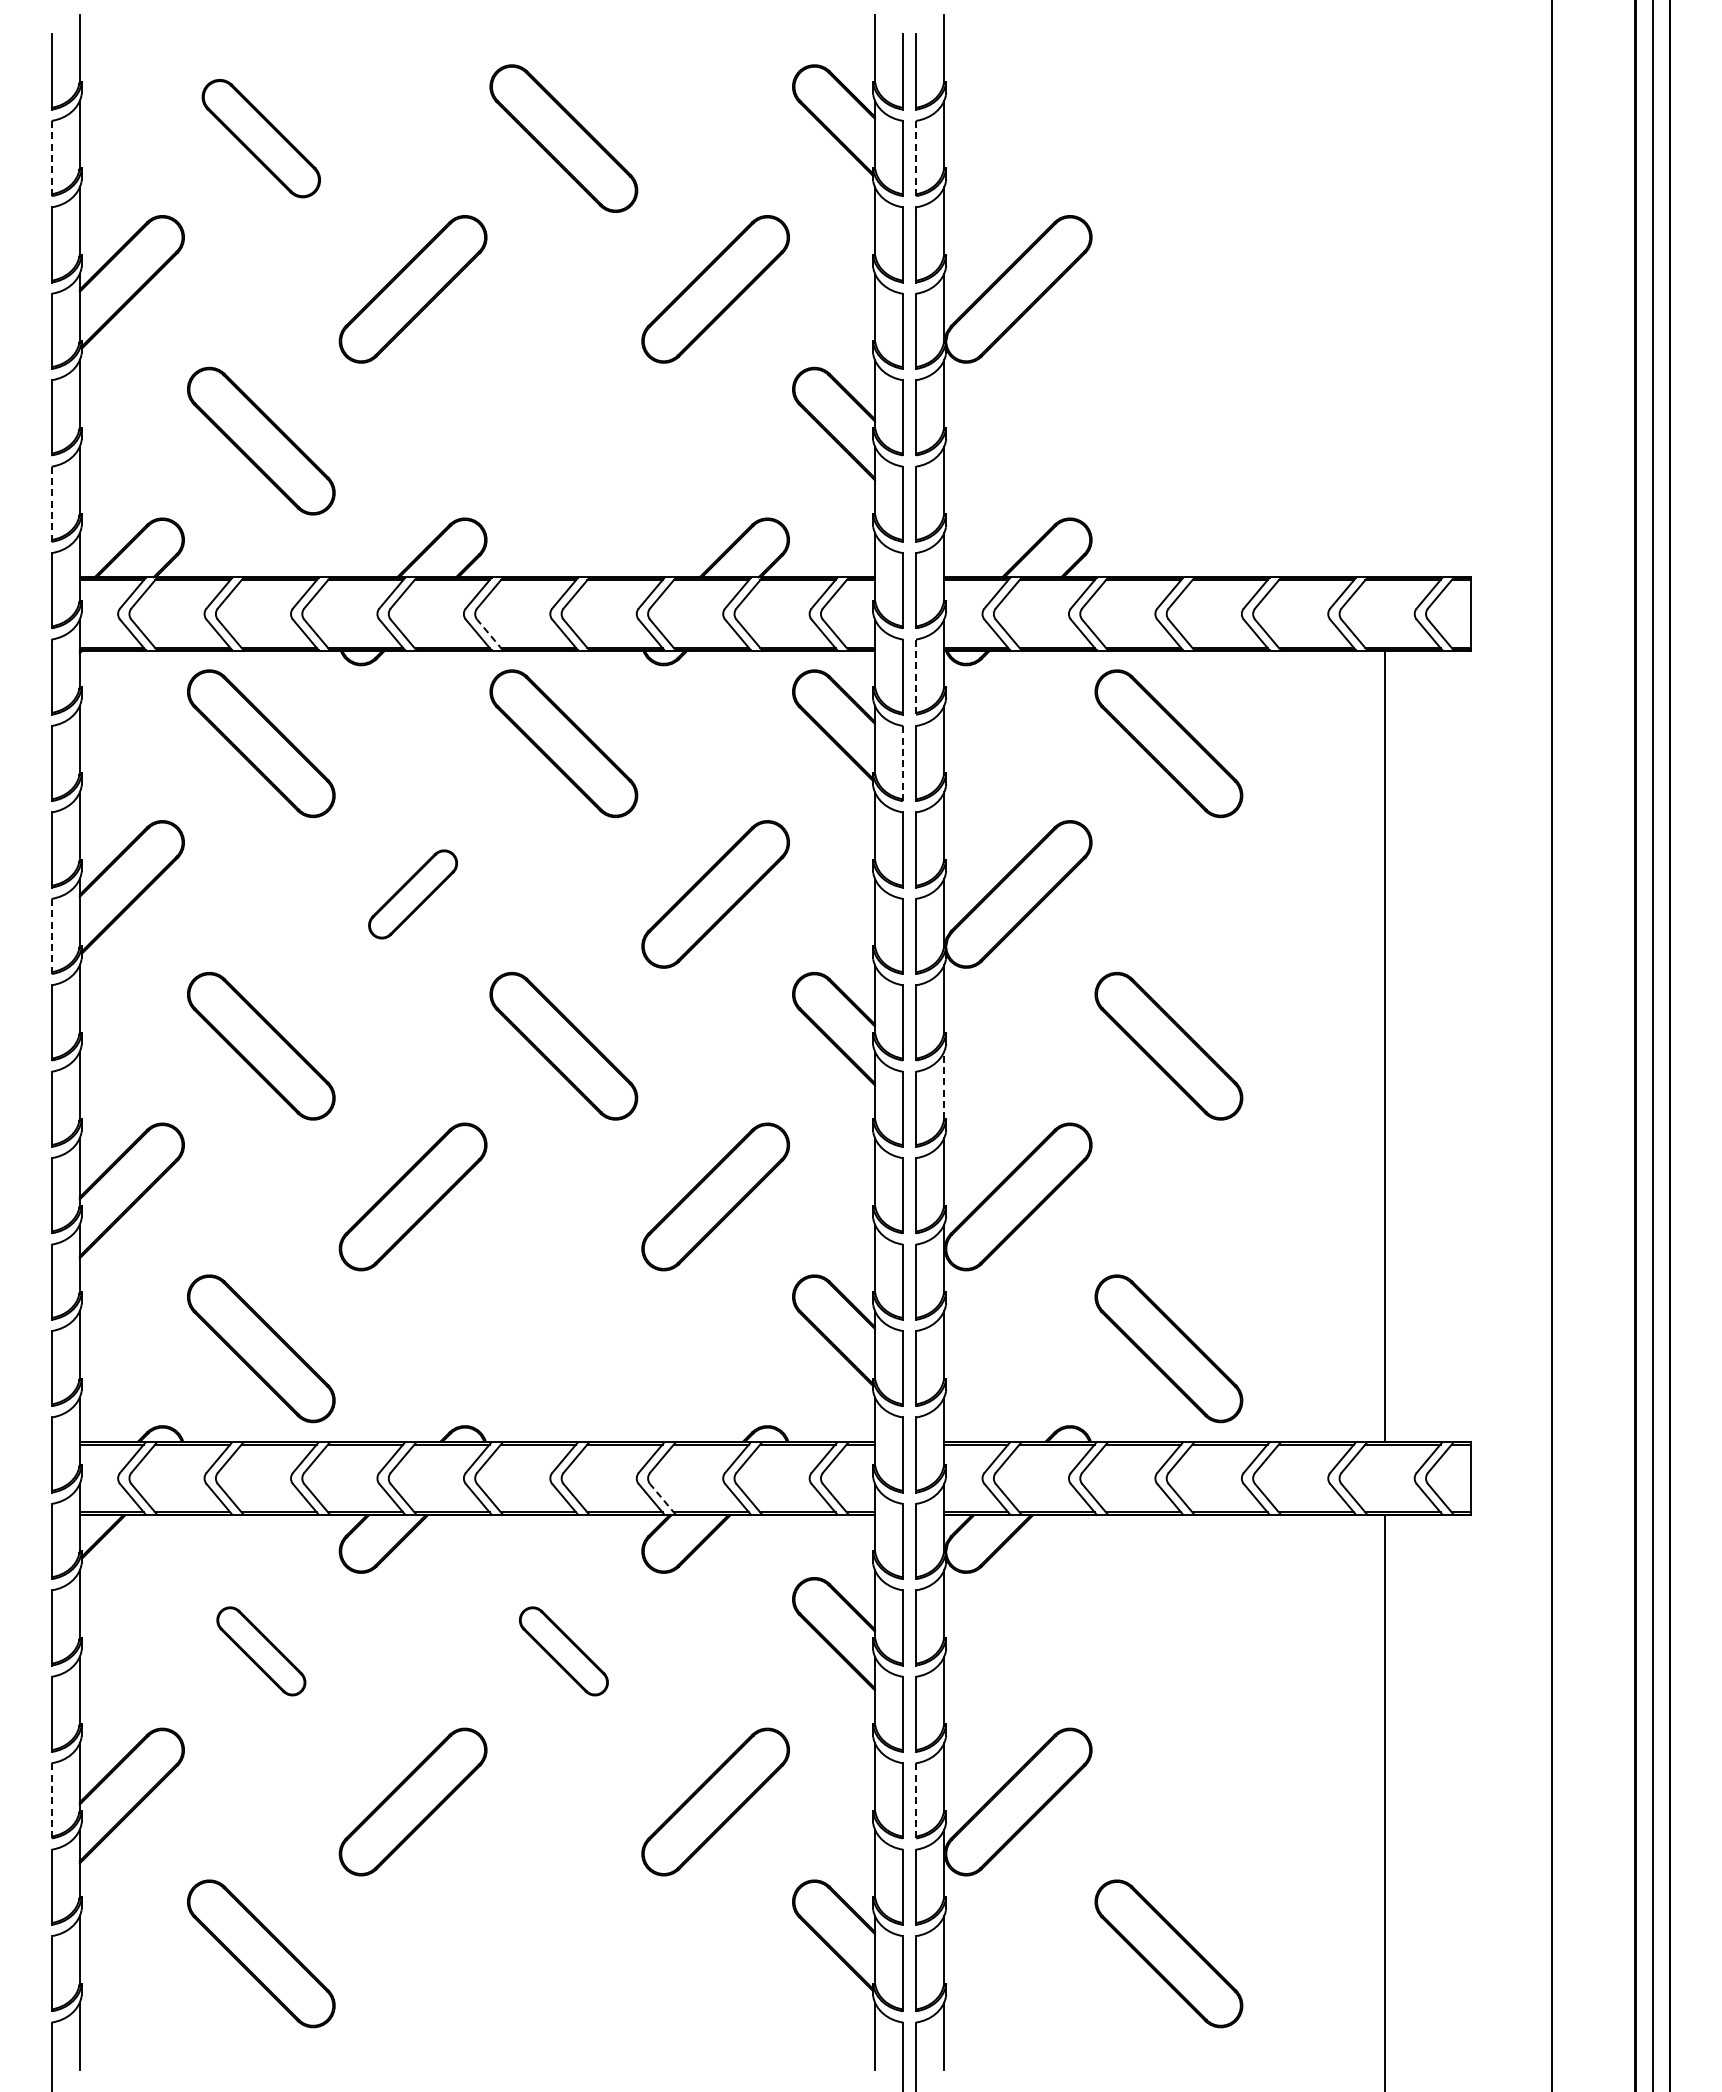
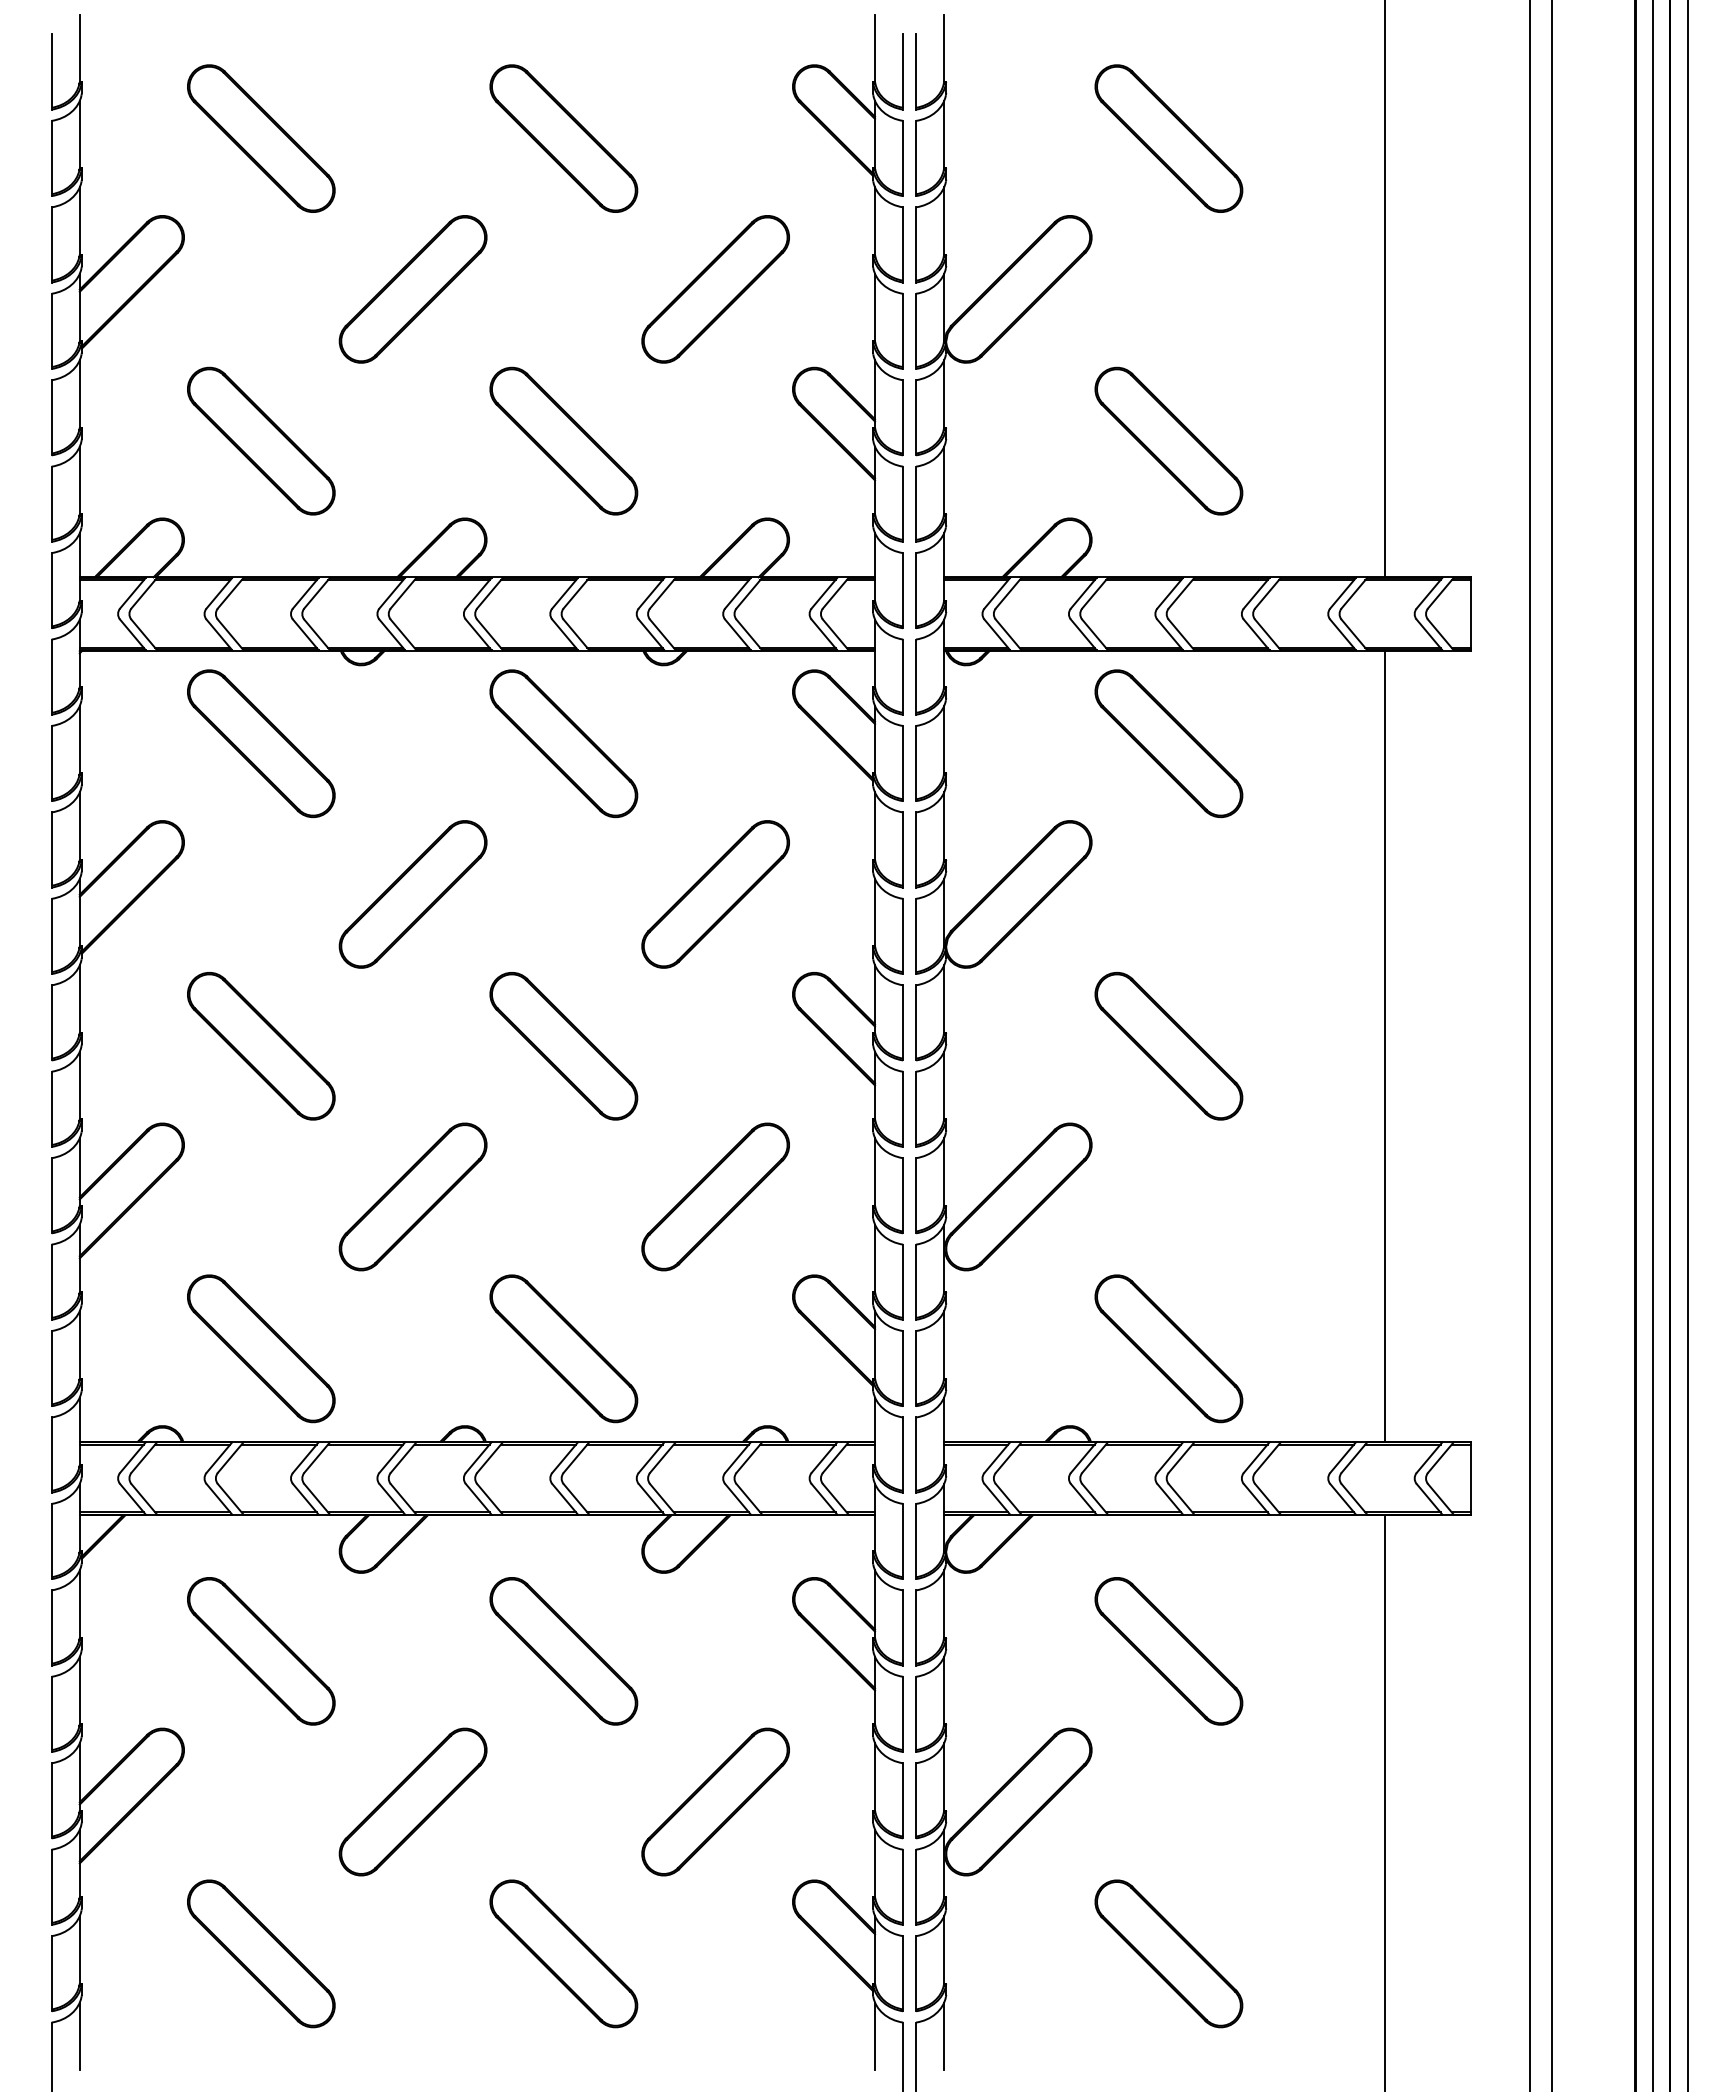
part at (260, 138) size: 120x120 px -> 149x149 px
part at (1168, 138): none -> present
line at (51, 158): dashed -> solid
line at (916, 158): dashed -> solid
line at (1385, 289): none -> present
part at (563, 440): none -> present
part at (1168, 440): none -> present
line at (51, 504): dashed -> solid
line at (489, 634): dashed -> solid
line at (916, 677): dashed -> solid
line at (903, 763): dashed -> solid
part at (412, 894) size: 90x91 px -> 150x149 px
line at (51, 936): dashed -> solid
line at (1530, 1045): none -> present
line at (1687, 1045): none -> present
line at (944, 1085): dashed -> solid
part at (563, 1348): none -> present
line at (662, 1498): dashed -> solid
part at (261, 1651) size: 91x91 px -> 149x149 px
part at (563, 1651) size: 90x91 px -> 150x149 px
part at (1168, 1651): none -> present
line at (51, 1800): dashed -> solid
line at (916, 1800): dashed -> solid
part at (563, 1953): none -> present
